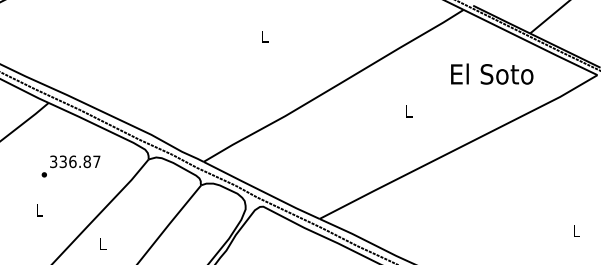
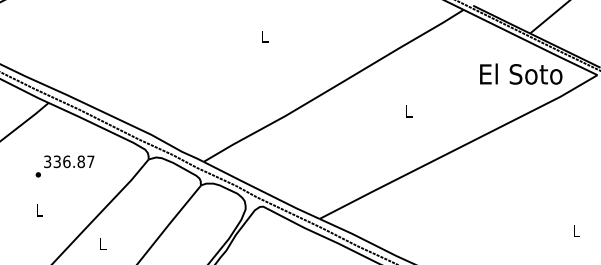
text at (492, 73) position: (492, 73) -> (521, 73)
text at (70, 166) position: (70, 166) -> (64, 166)
